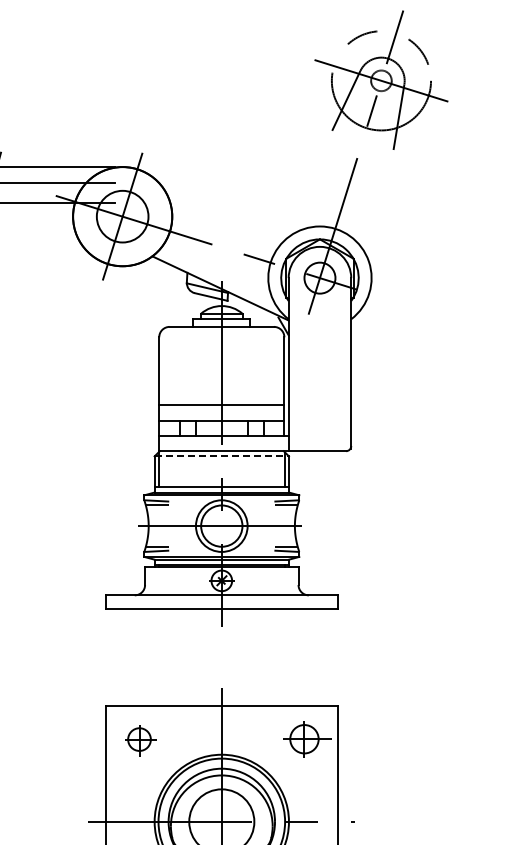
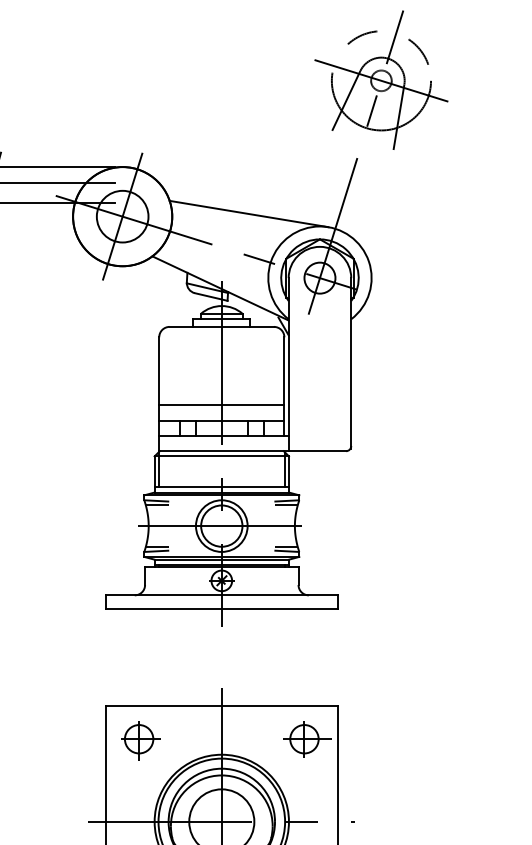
line at (248, 213): none -> present
line at (222, 456): dashed -> solid
part at (140, 740) size: 32x32 px -> 40x40 px
